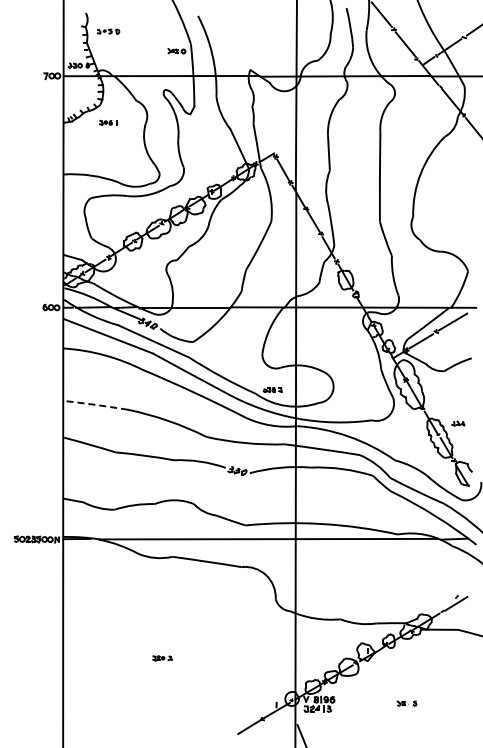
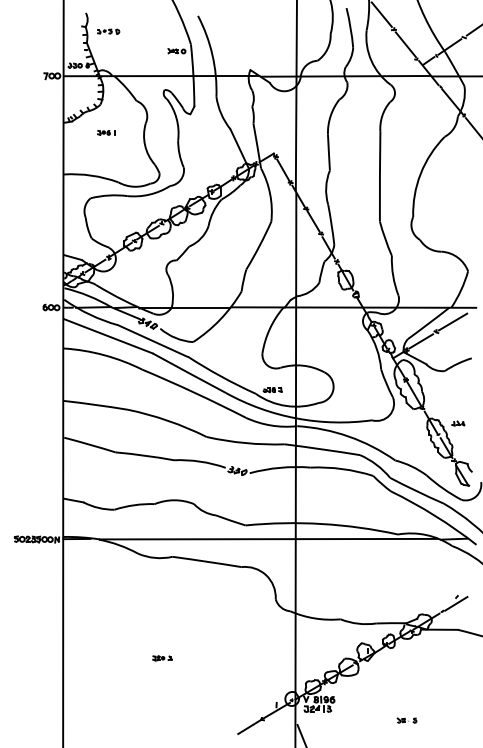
part at (108, 122) position: (108, 122) -> (106, 132)
arc at (96, 404): dashed -> solid
part at (406, 703) position: (406, 703) -> (406, 720)
